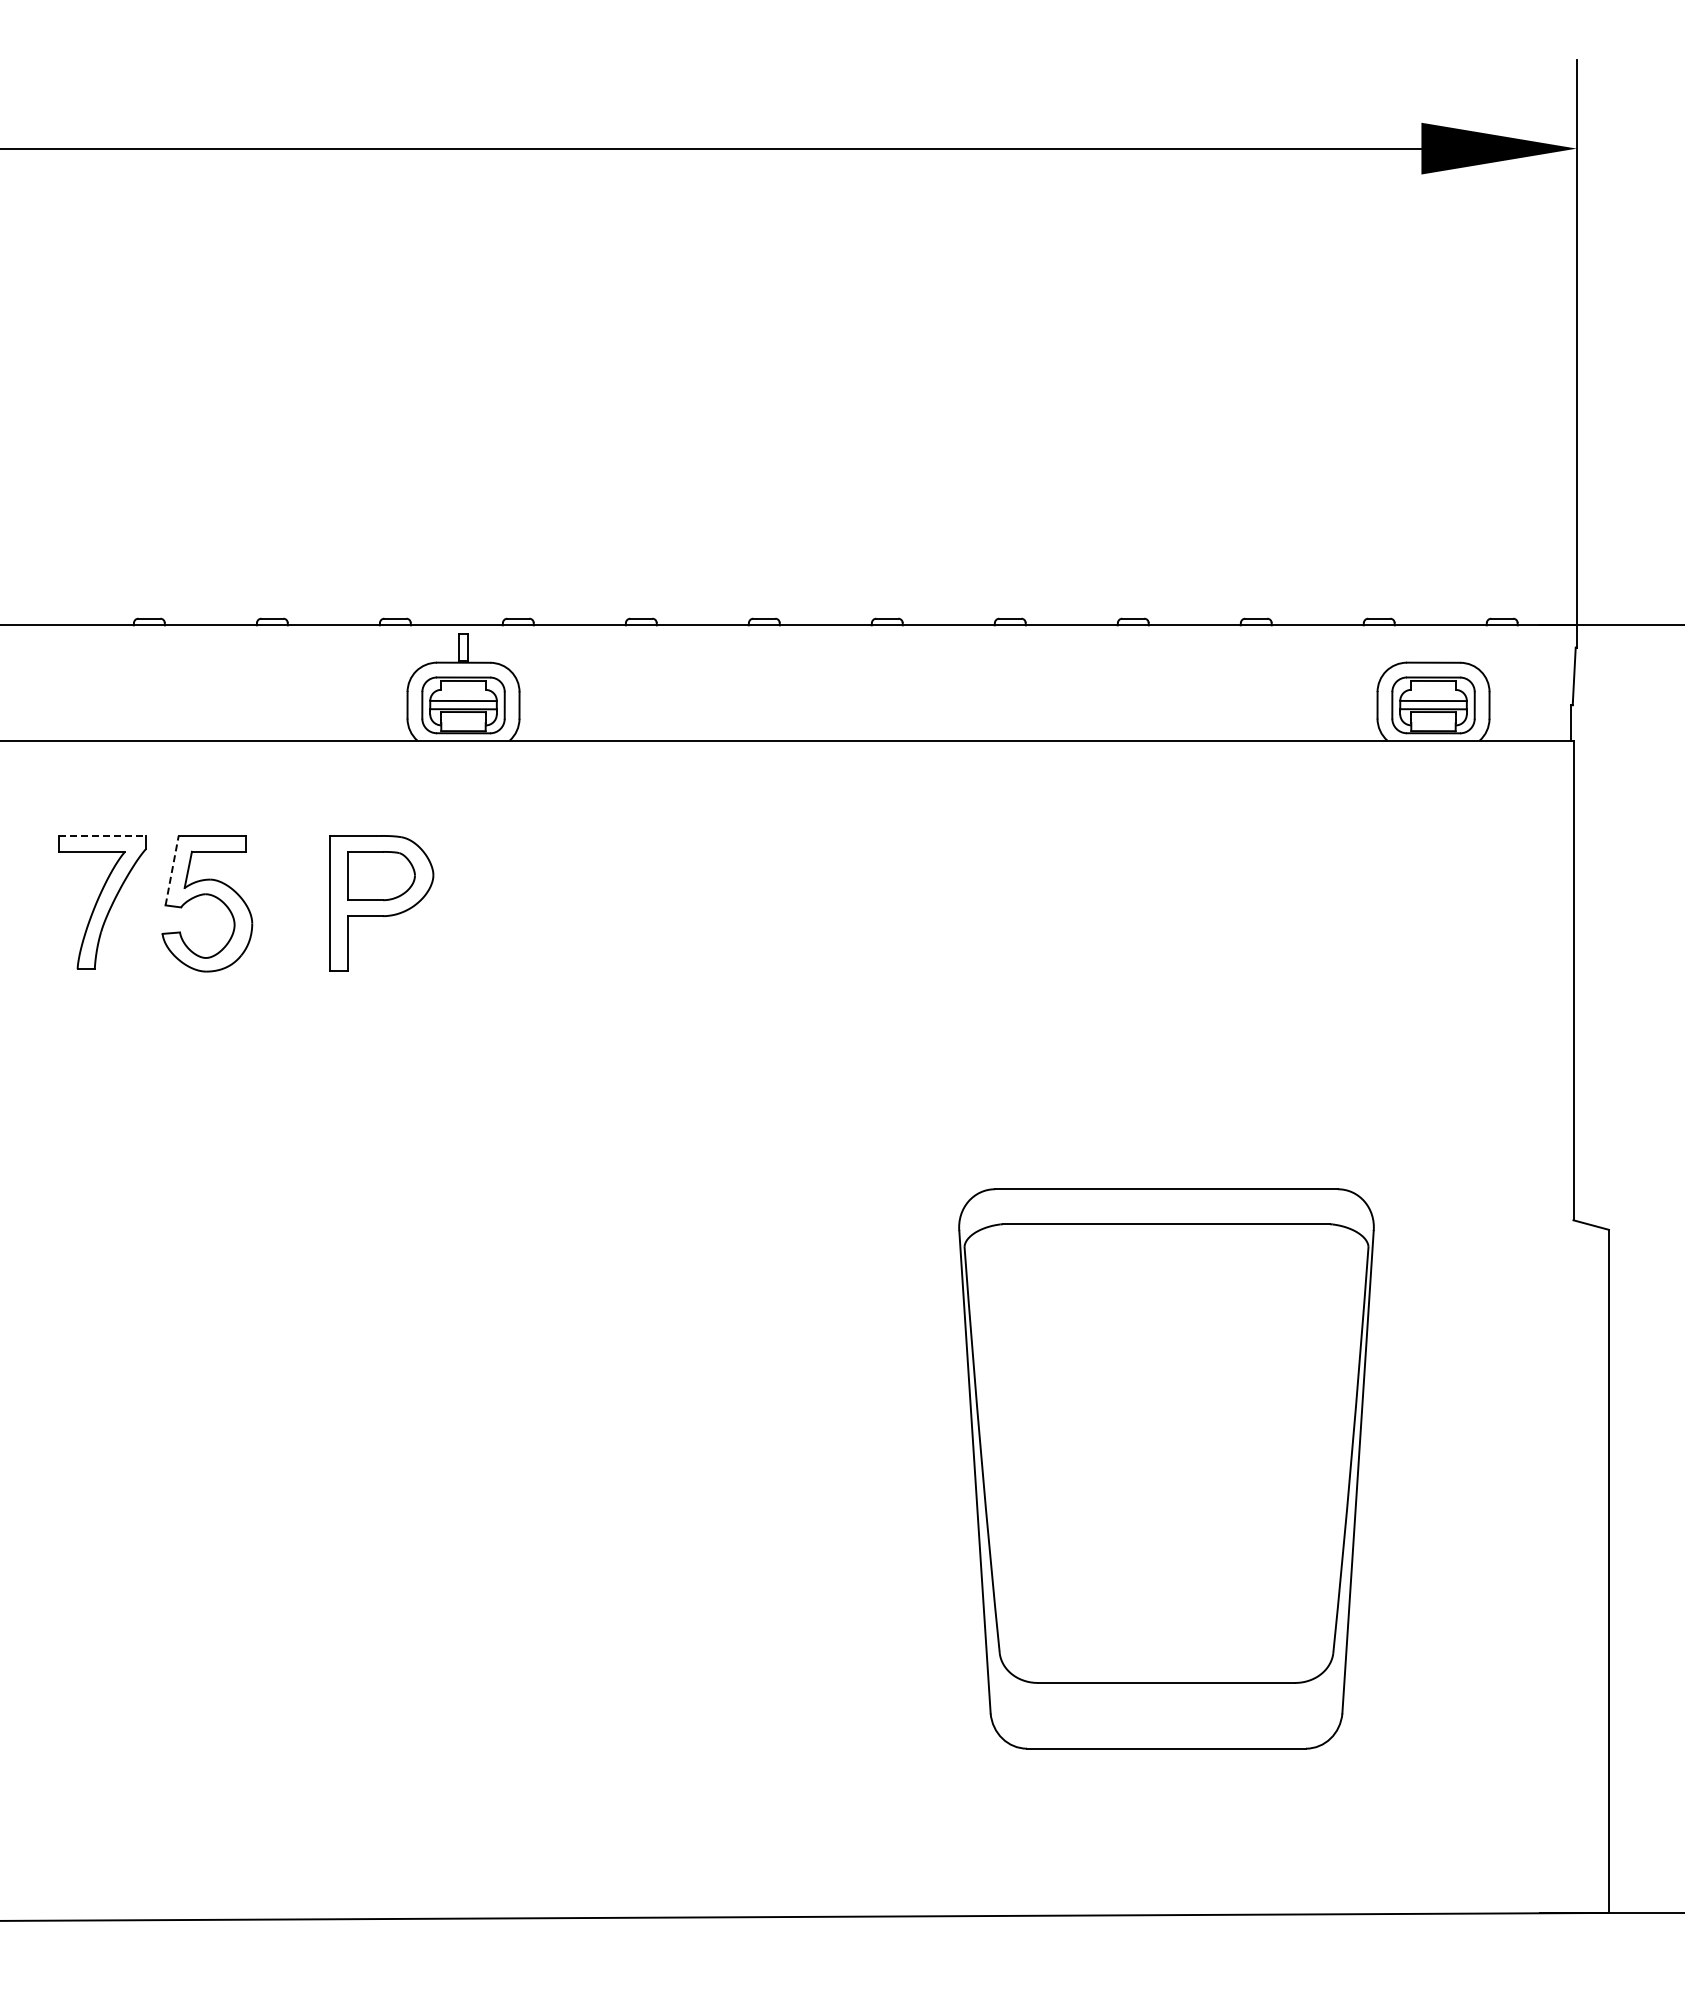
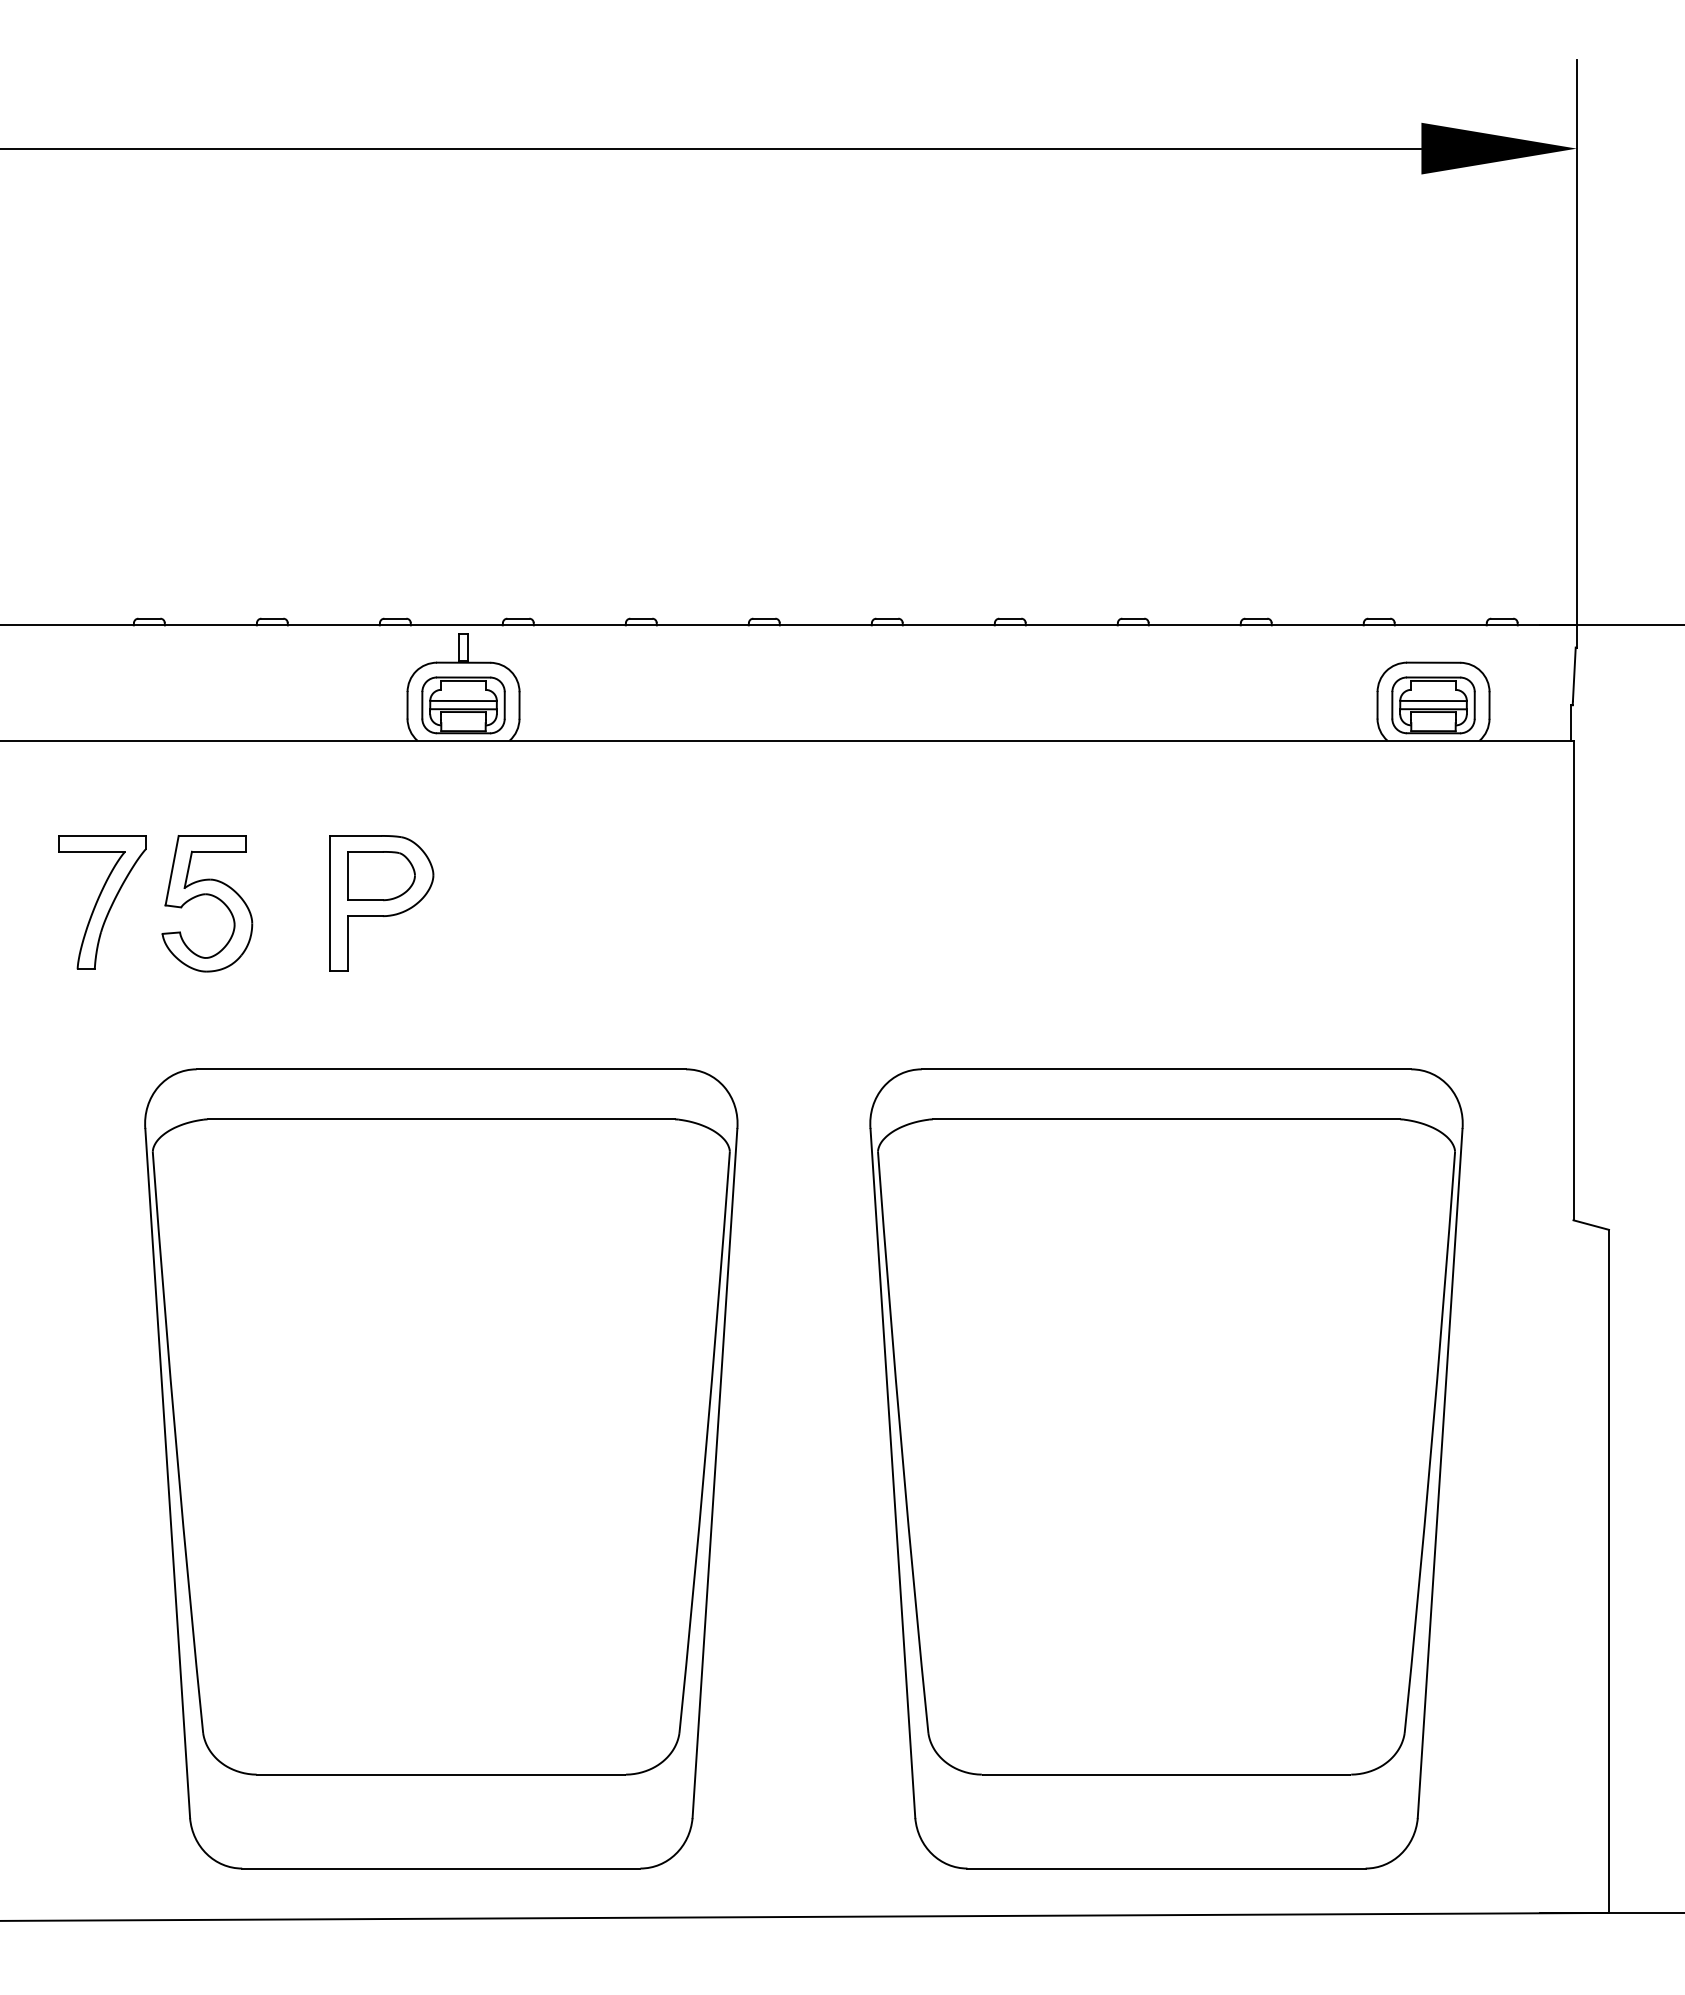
line at (102, 835): dashed -> solid
line at (172, 870): dashed -> solid
part at (441, 1468): none -> present
part at (1166, 1468) size: 417x562 px -> 595x802 px
